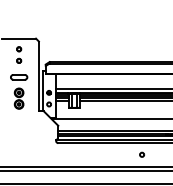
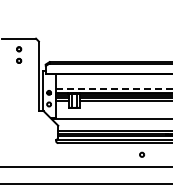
line at (114, 88): solid -> dashed
part at (19, 91): present -> none
line at (85, 171): present -> none
